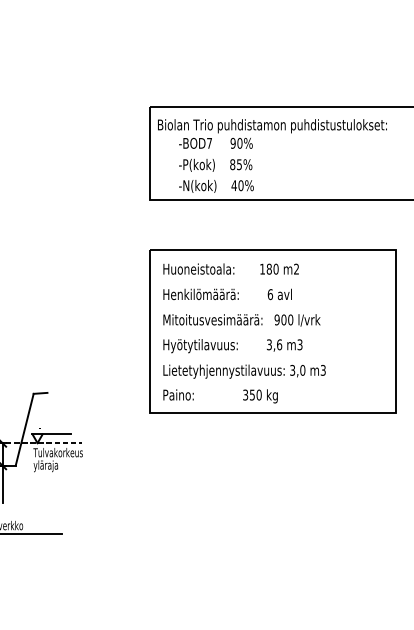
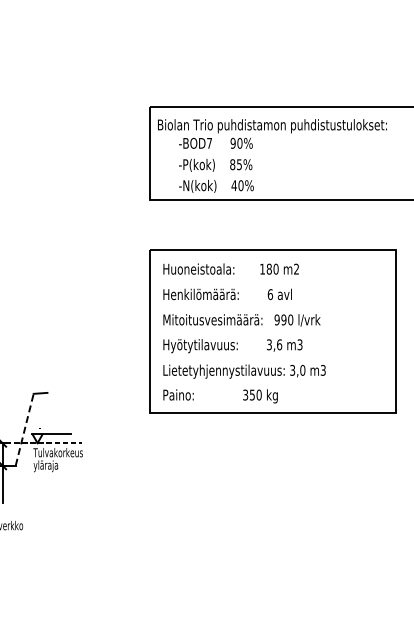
text at (283, 319): 900 -> 990
line at (24, 429): solid -> dashed
line at (32, 533): present -> none
